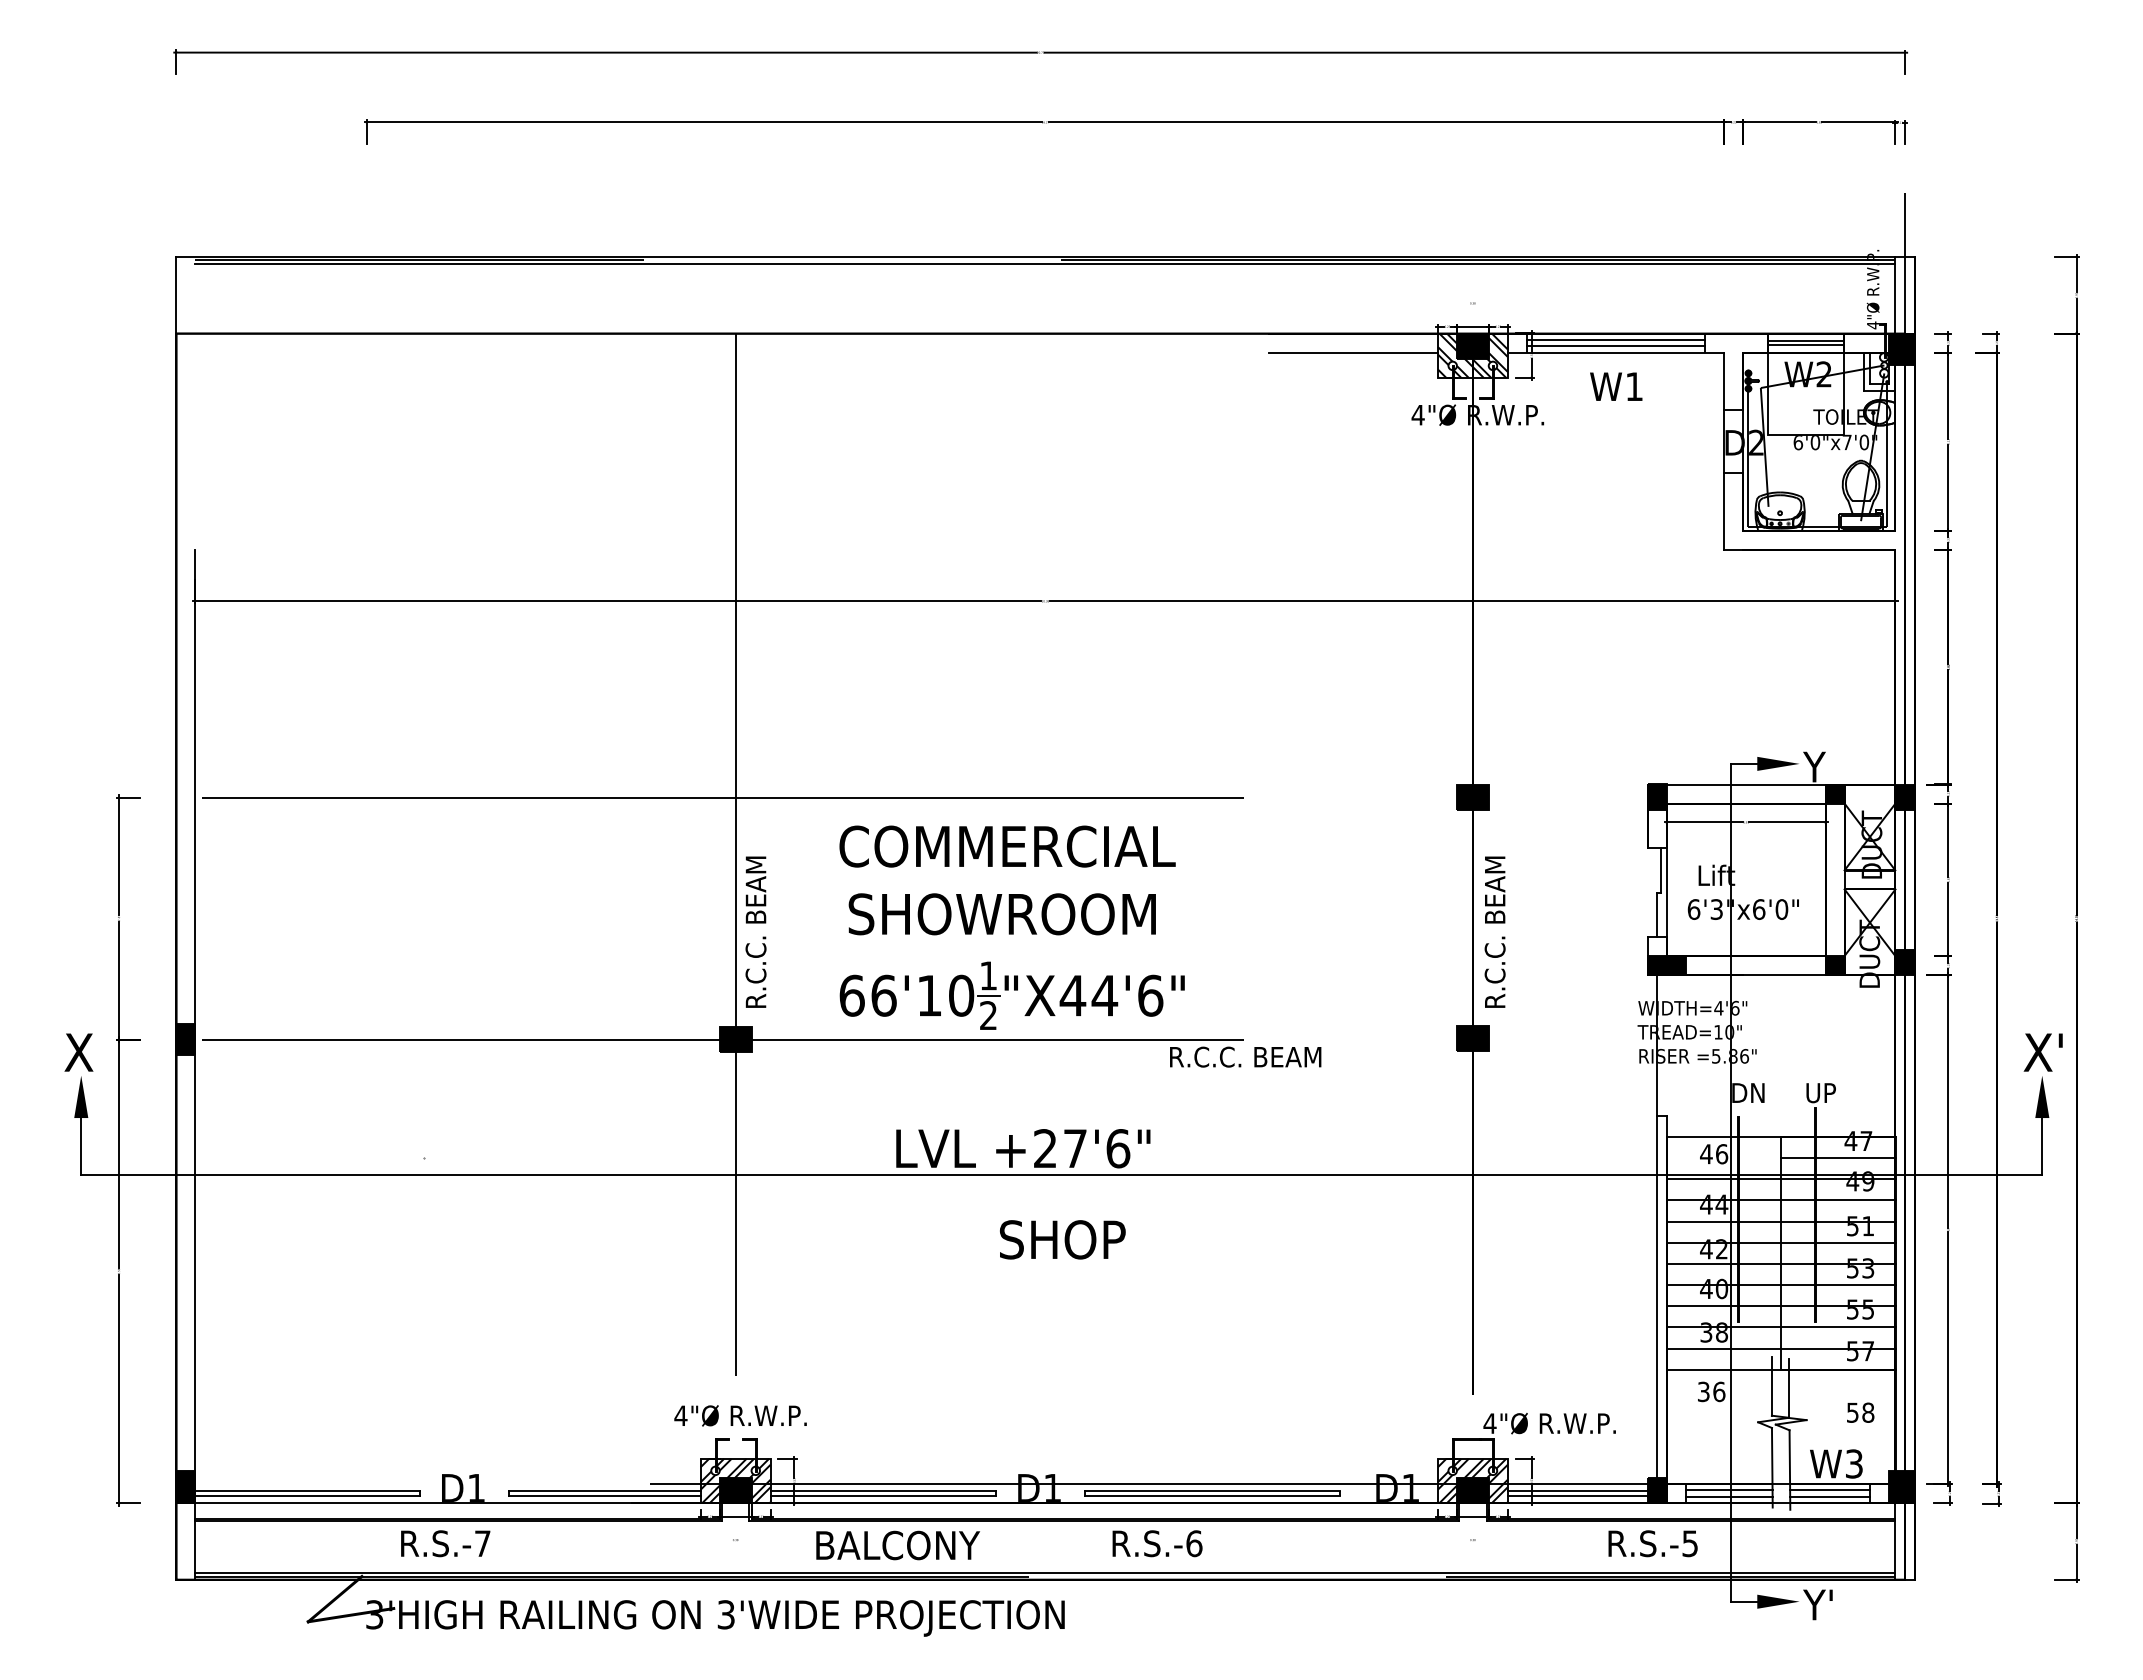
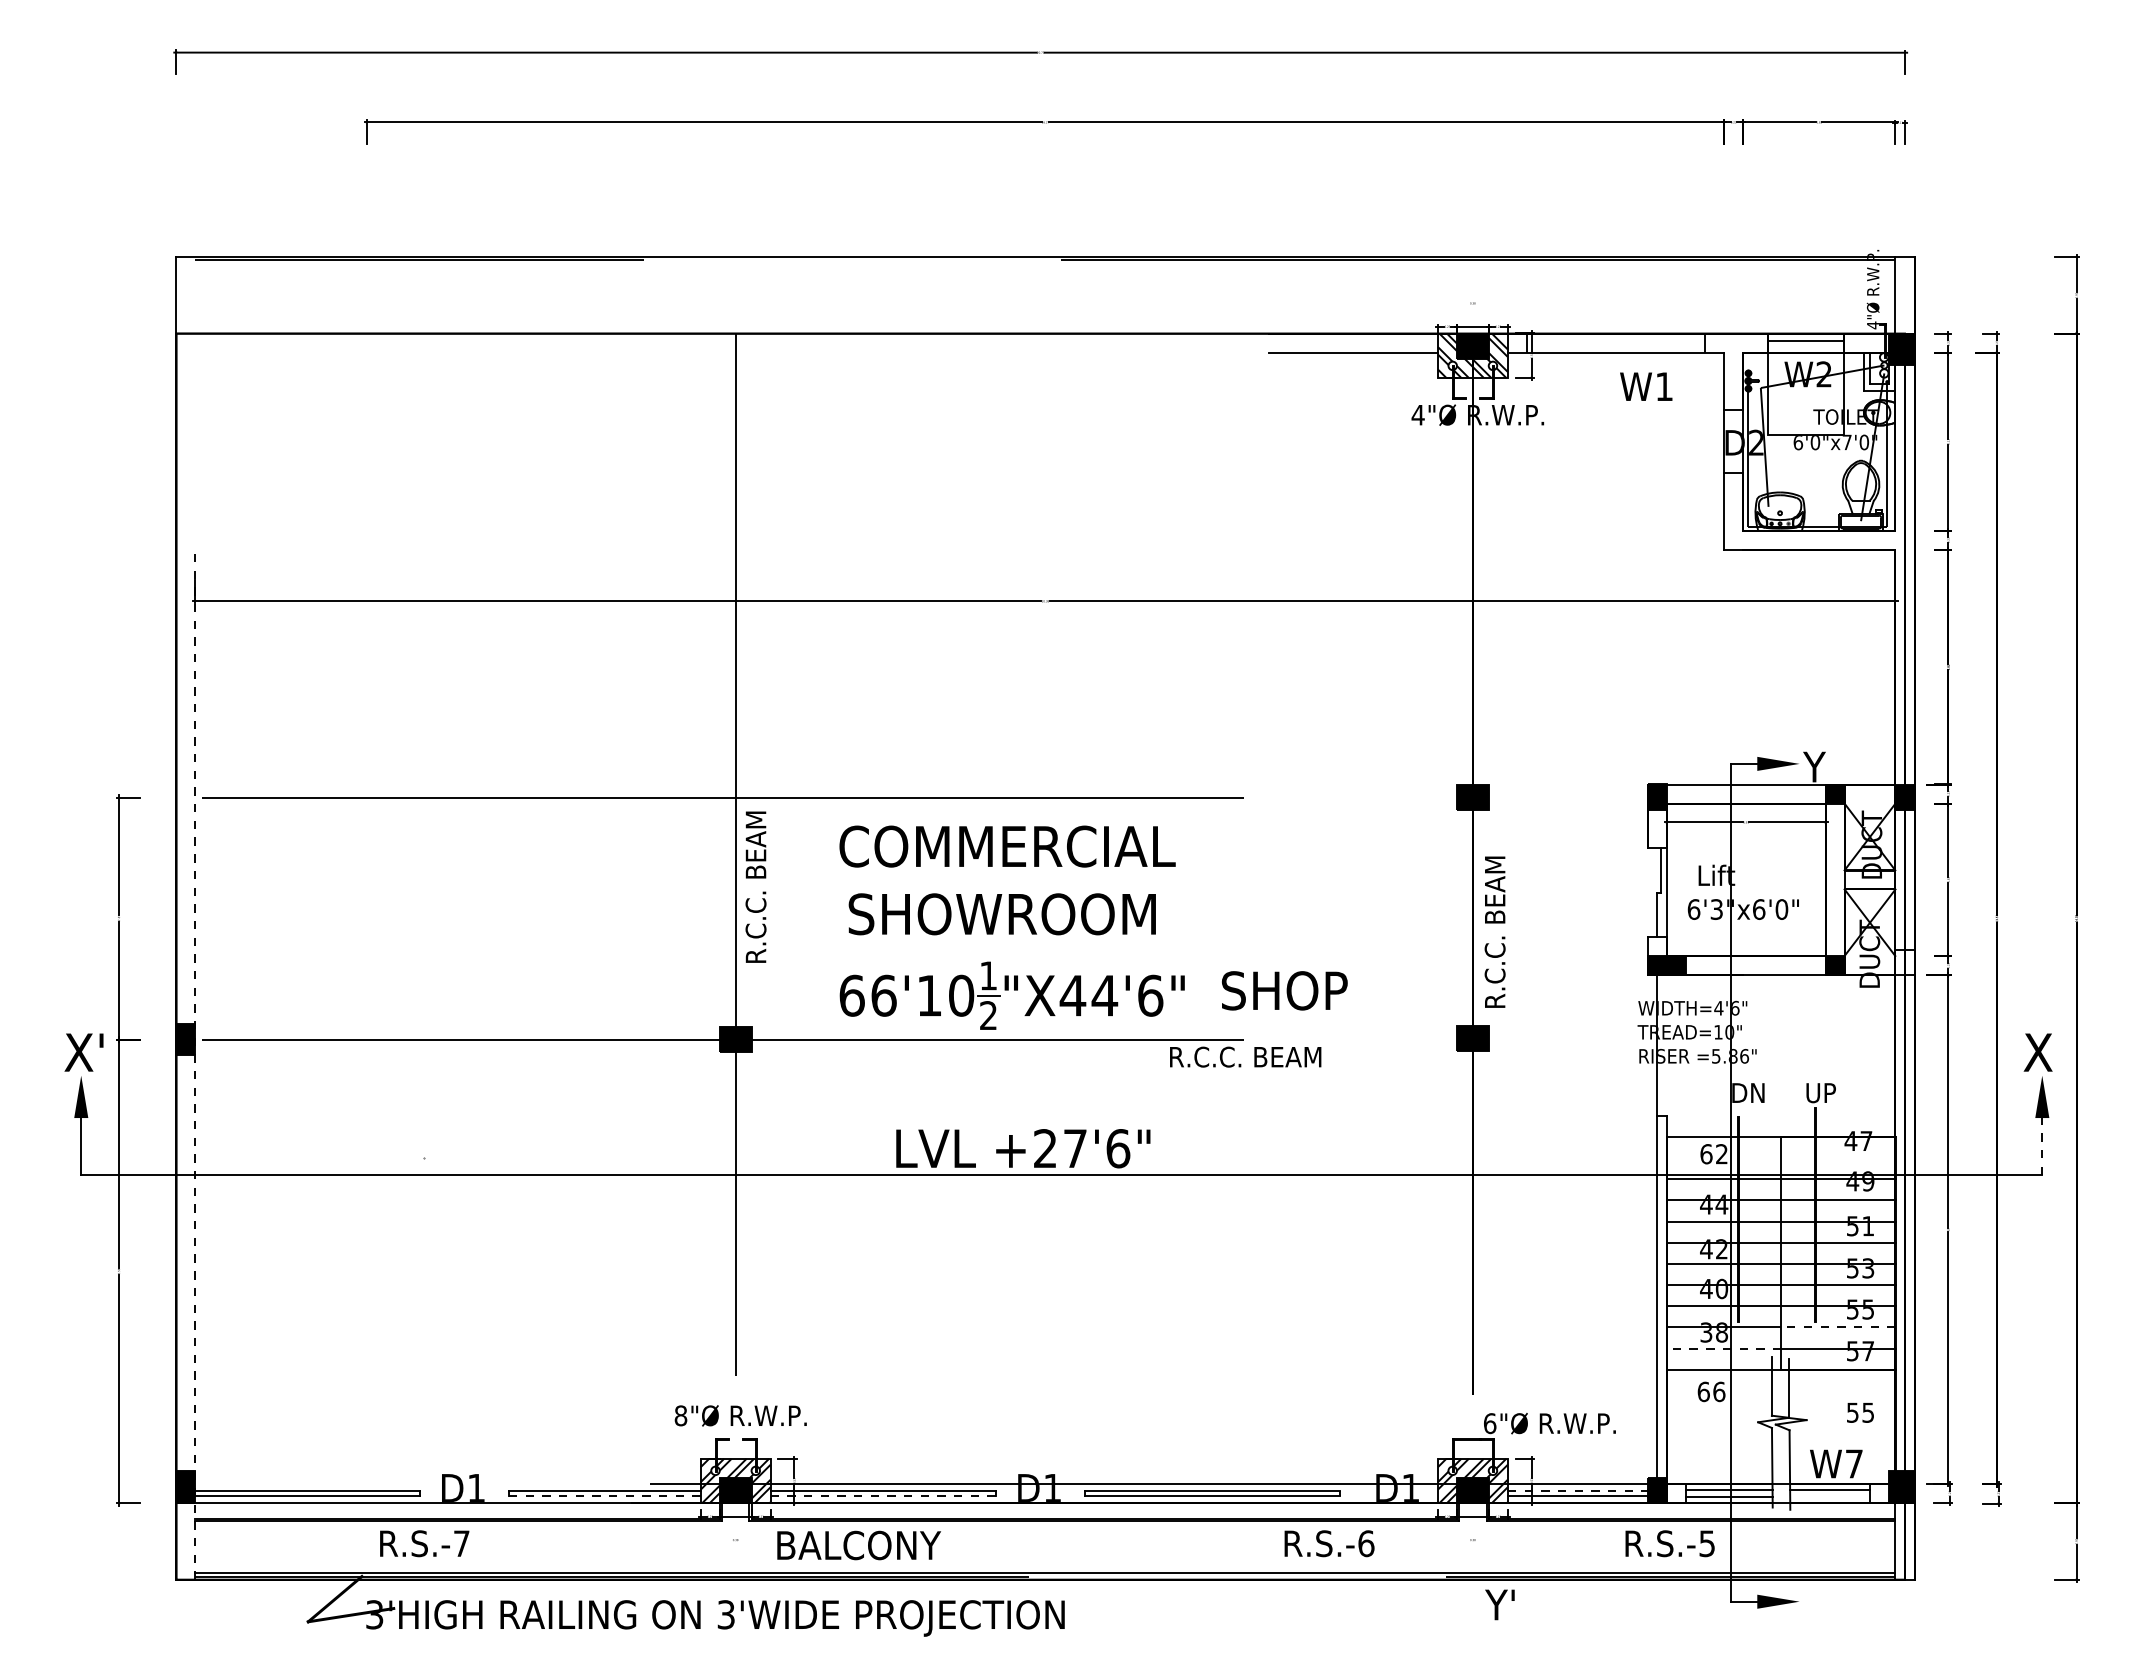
line at (1045, 263): present -> none
line at (1905, 263): present -> none
line at (1615, 339): present -> none
line at (1806, 344): present -> none
line at (1615, 346): present -> none
text at (1616, 386) position: (1616, 386) -> (1646, 386)
text at (755, 931) position: (755, 931) -> (755, 886)
fill at (1904, 962): present -> none
text at (101, 1040): X -> X'
text at (2060, 1040): X' -> X
line at (195, 1064): solid -> dashed
line at (2042, 1145): solid -> dashed
text at (1714, 1154): 46 -> 62
line at (1838, 1158): present -> none
text at (1062, 1239) position: (1062, 1239) -> (1284, 990)
line at (1837, 1327): solid -> dashed
line at (1723, 1348): solid -> dashed
text at (1703, 1391): 36 -> 66
text at (1868, 1412): 58 -> 55
text at (680, 1415): 4"Ø -> 8"Ø
text at (1489, 1423): 4"Ø -> 6"Ø
text at (1854, 1463): W3 -> W7
line at (1577, 1491): solid -> dashed
line at (604, 1495): solid -> dashed
line at (883, 1495): solid -> dashed
line at (1830, 1496): present -> none
text at (445, 1543) position: (445, 1543) -> (424, 1543)
text at (1157, 1543) position: (1157, 1543) -> (1329, 1543)
text at (1652, 1543) position: (1652, 1543) -> (1669, 1543)
text at (897, 1545) position: (897, 1545) -> (858, 1545)
text at (1817, 1604) position: (1817, 1604) -> (1499, 1604)
